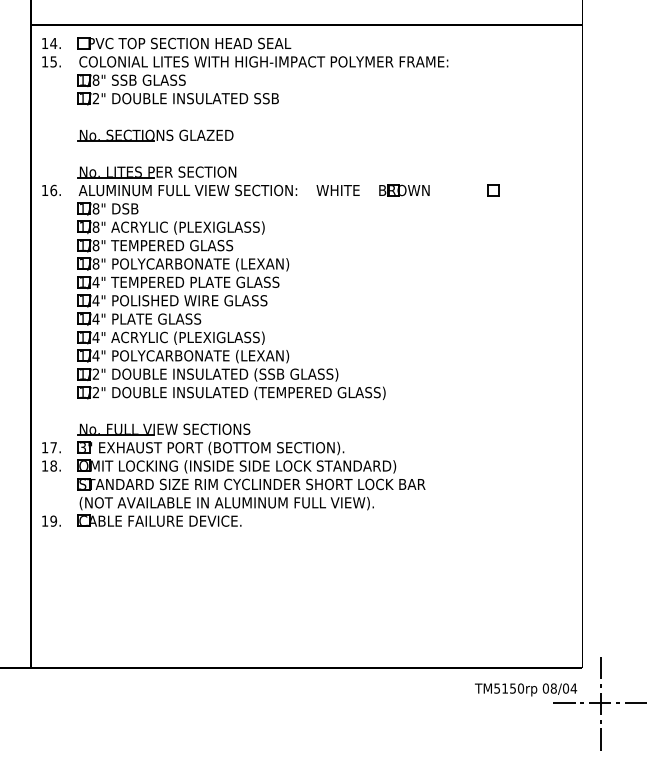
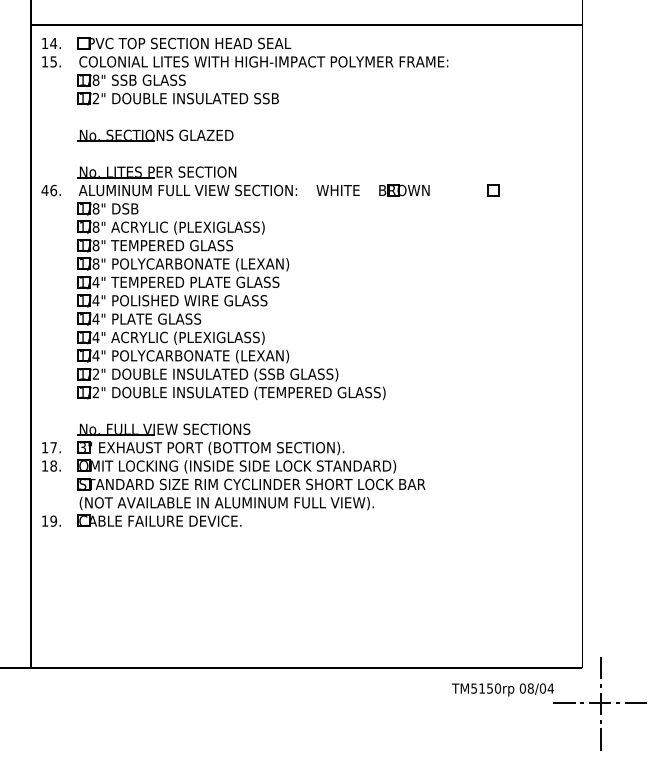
text at (44, 190): 16. -> 46.
text at (526, 689) position: (526, 689) -> (503, 689)
